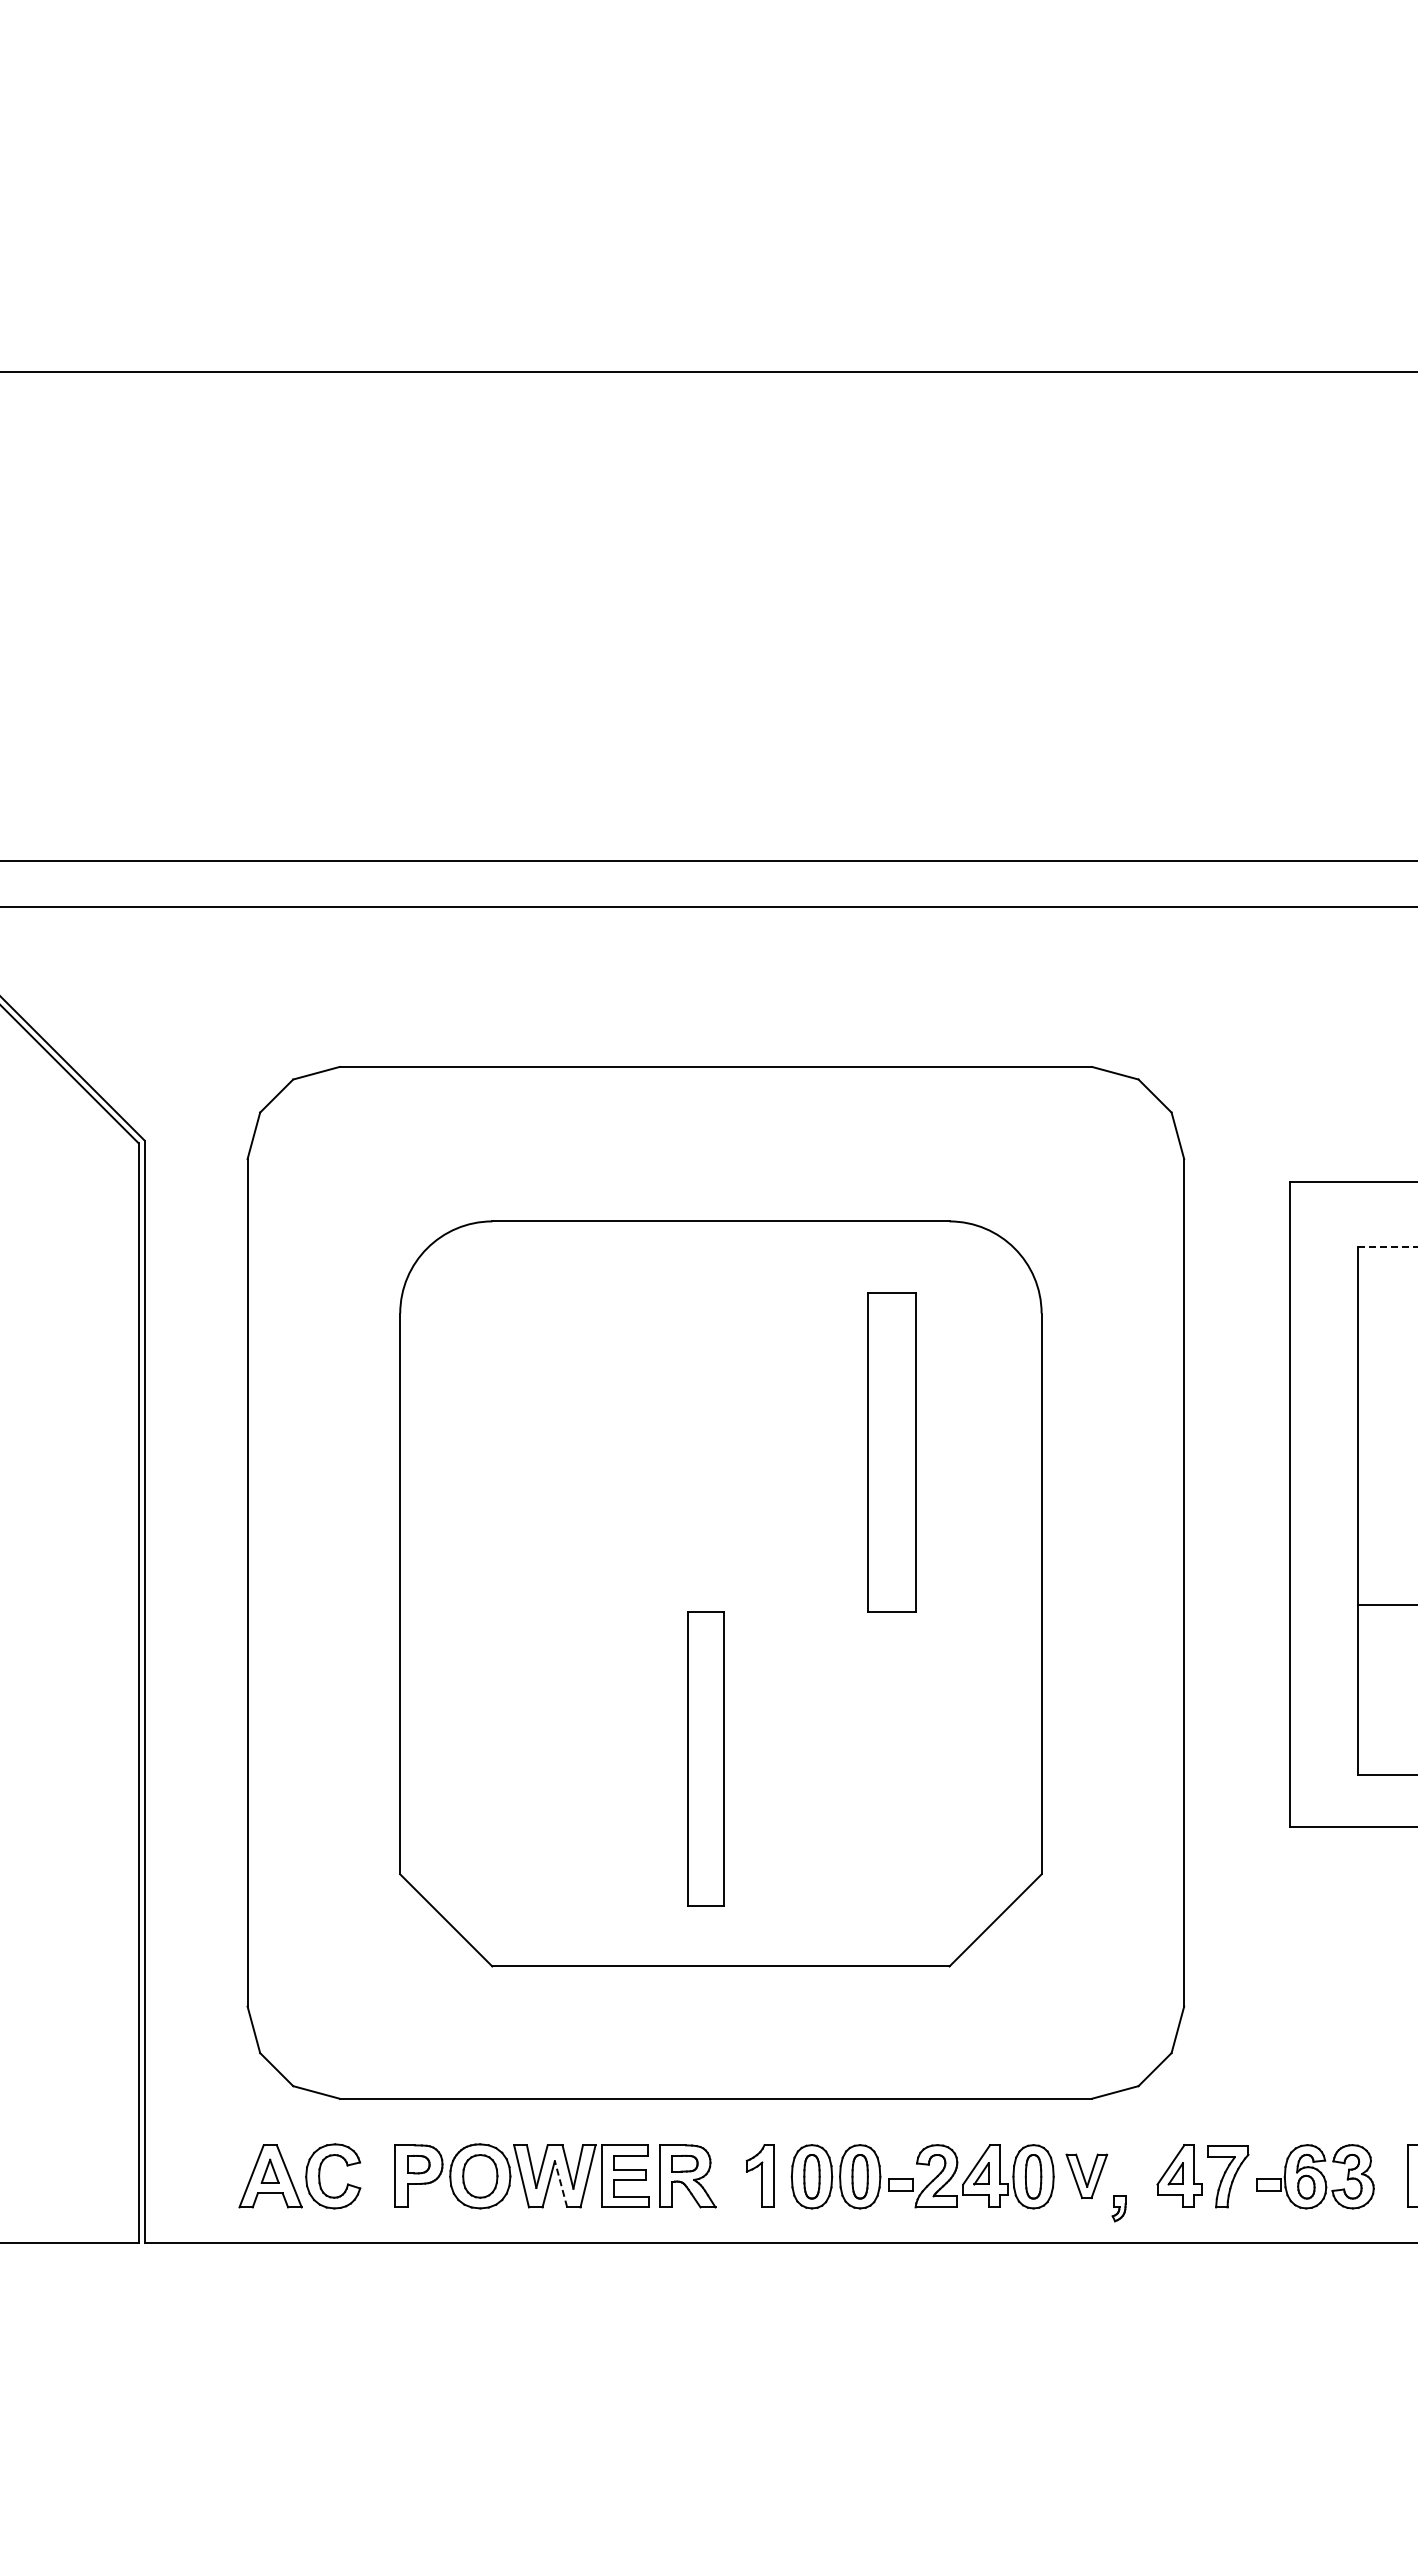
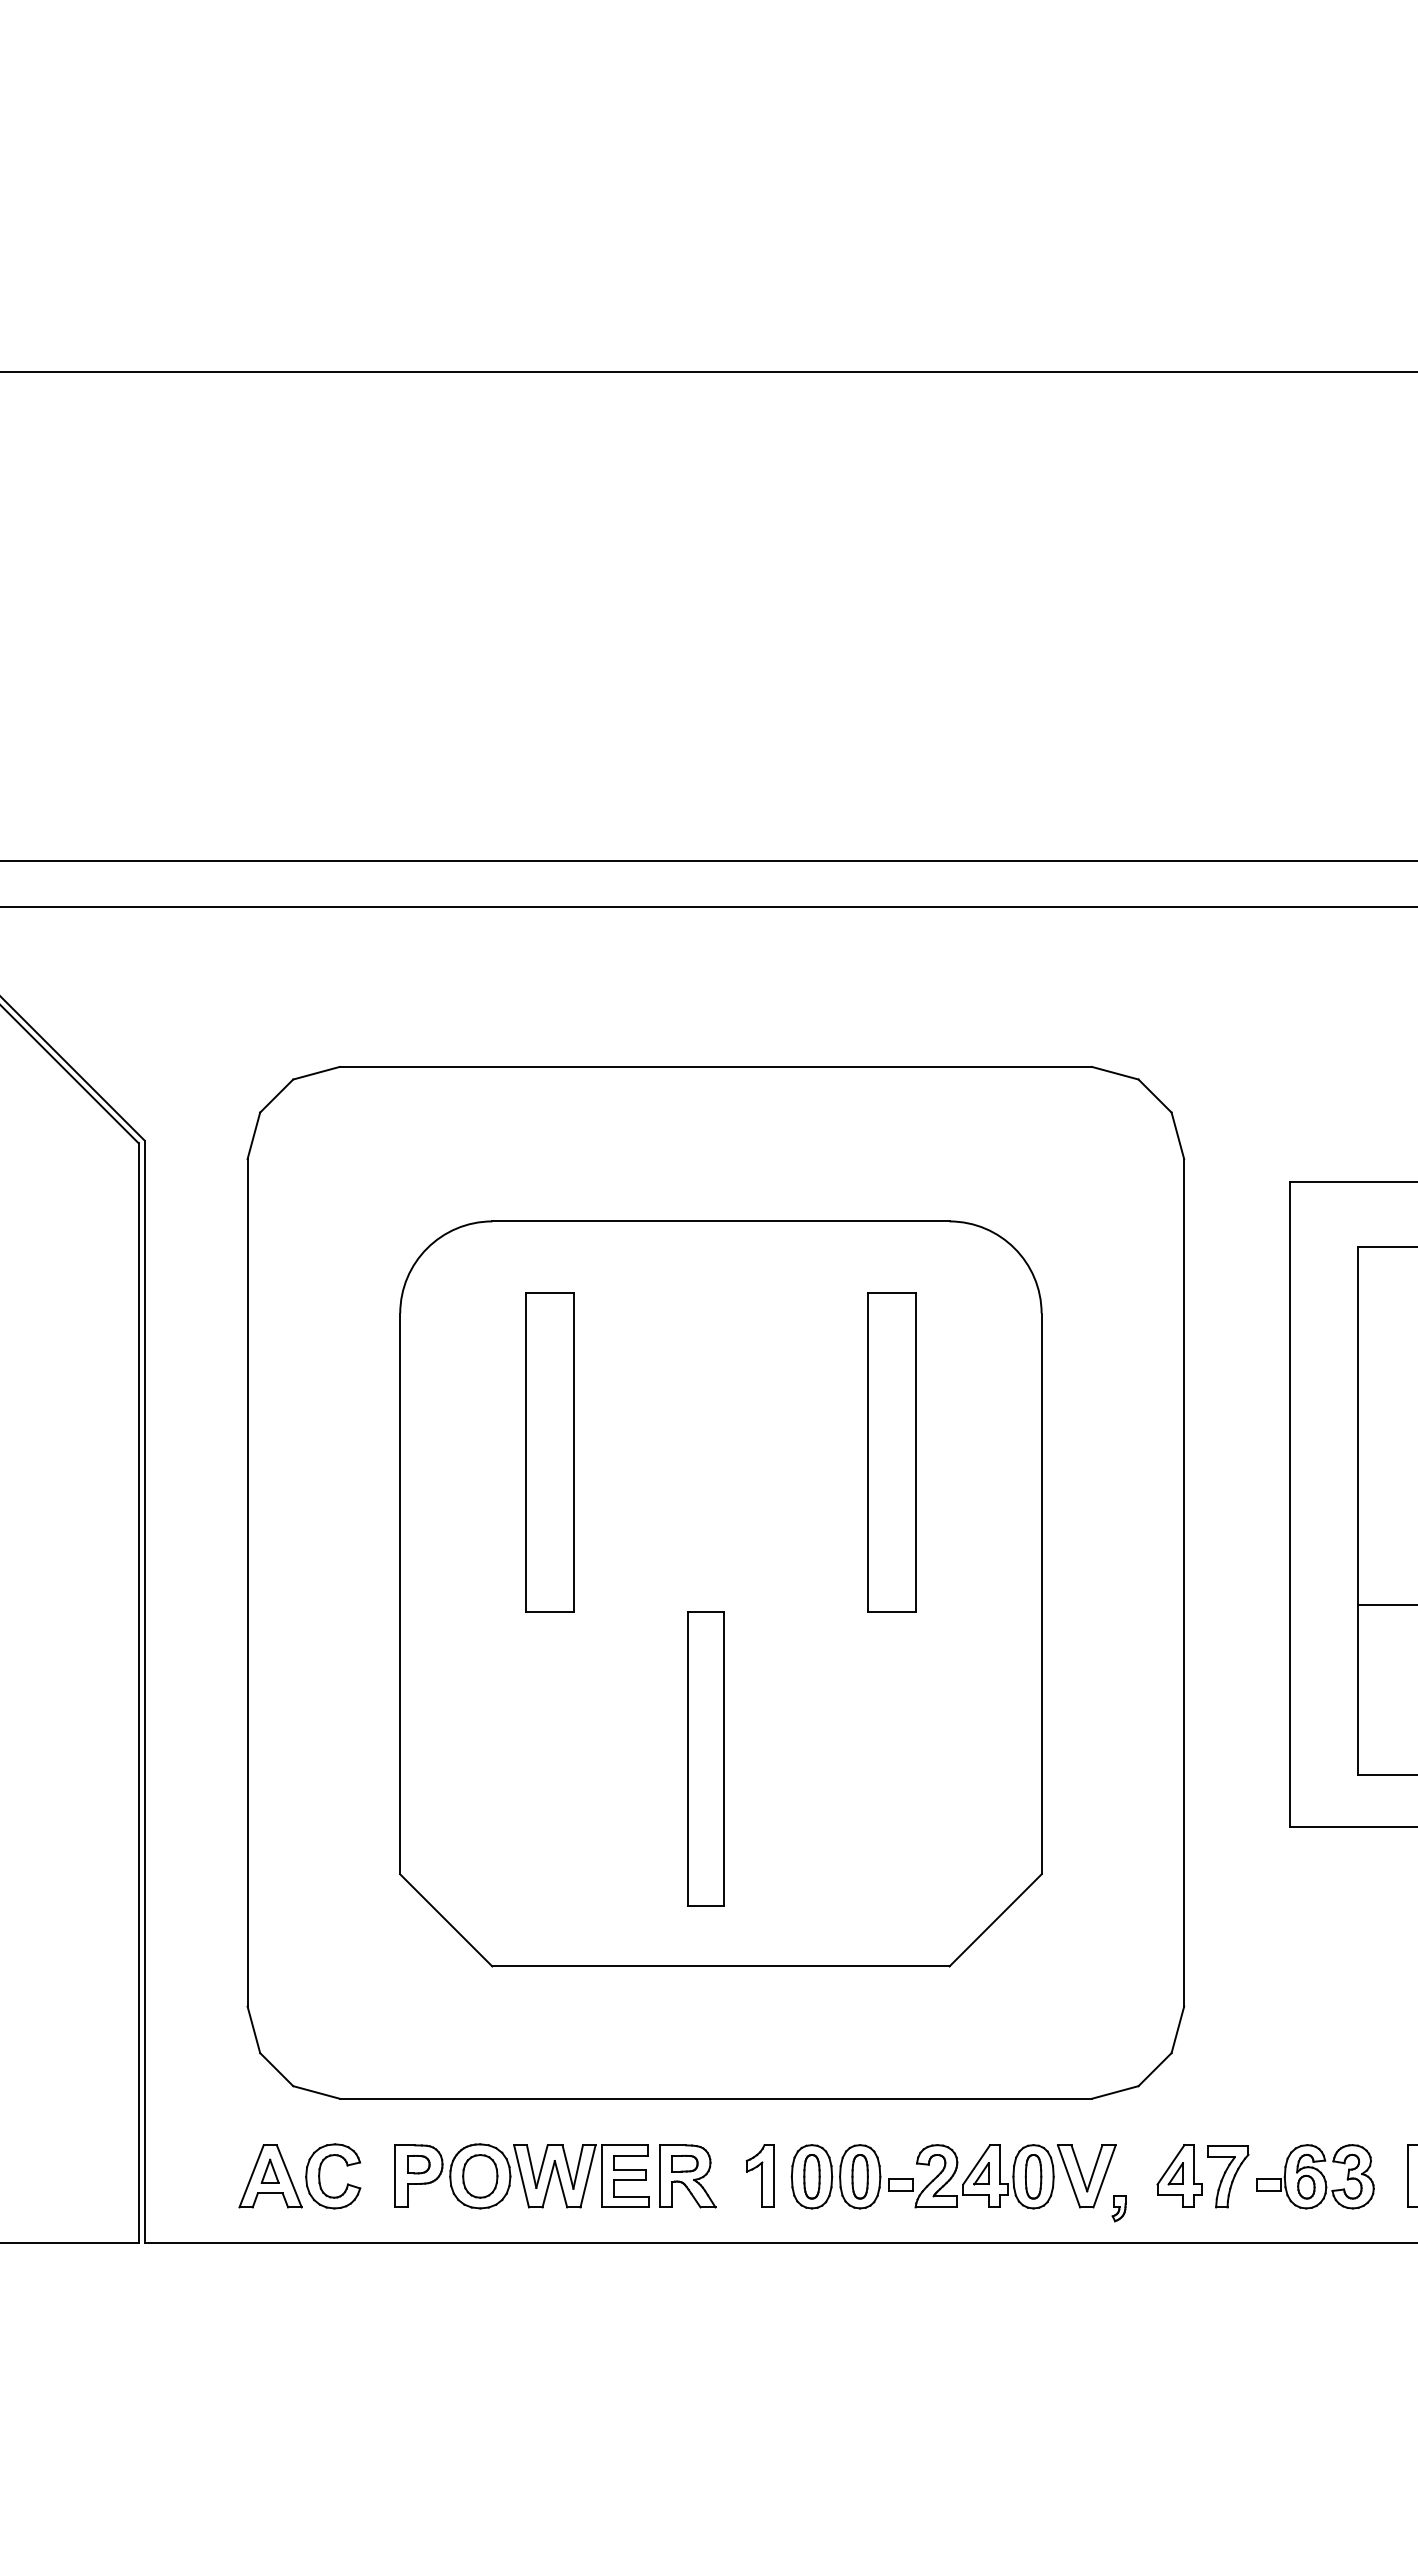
line at (1387, 1247): dashed -> solid
part at (549, 1452): none -> present
part at (1086, 2176) size: 44x47 px -> 60x65 px
line at (561, 2184): dashed -> solid
